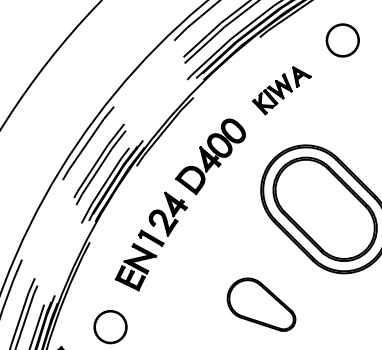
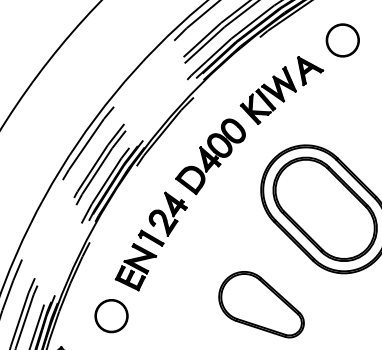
part at (281, 90) size: 60x50 px -> 86x70 px
part at (261, 304) size: 71x55 px -> 87x68 px
circle at (110, 327) position: (110, 327) -> (111, 316)
